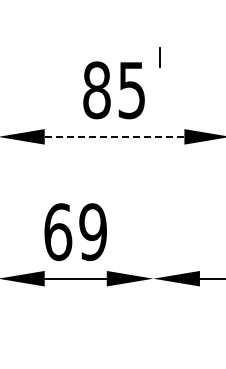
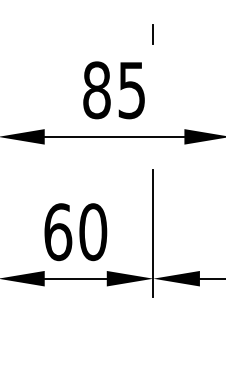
line at (159, 57) position: (159, 57) -> (152, 34)
line at (114, 136): dashed -> solid
text at (93, 232): 69 -> 60
line at (153, 233): none -> present
